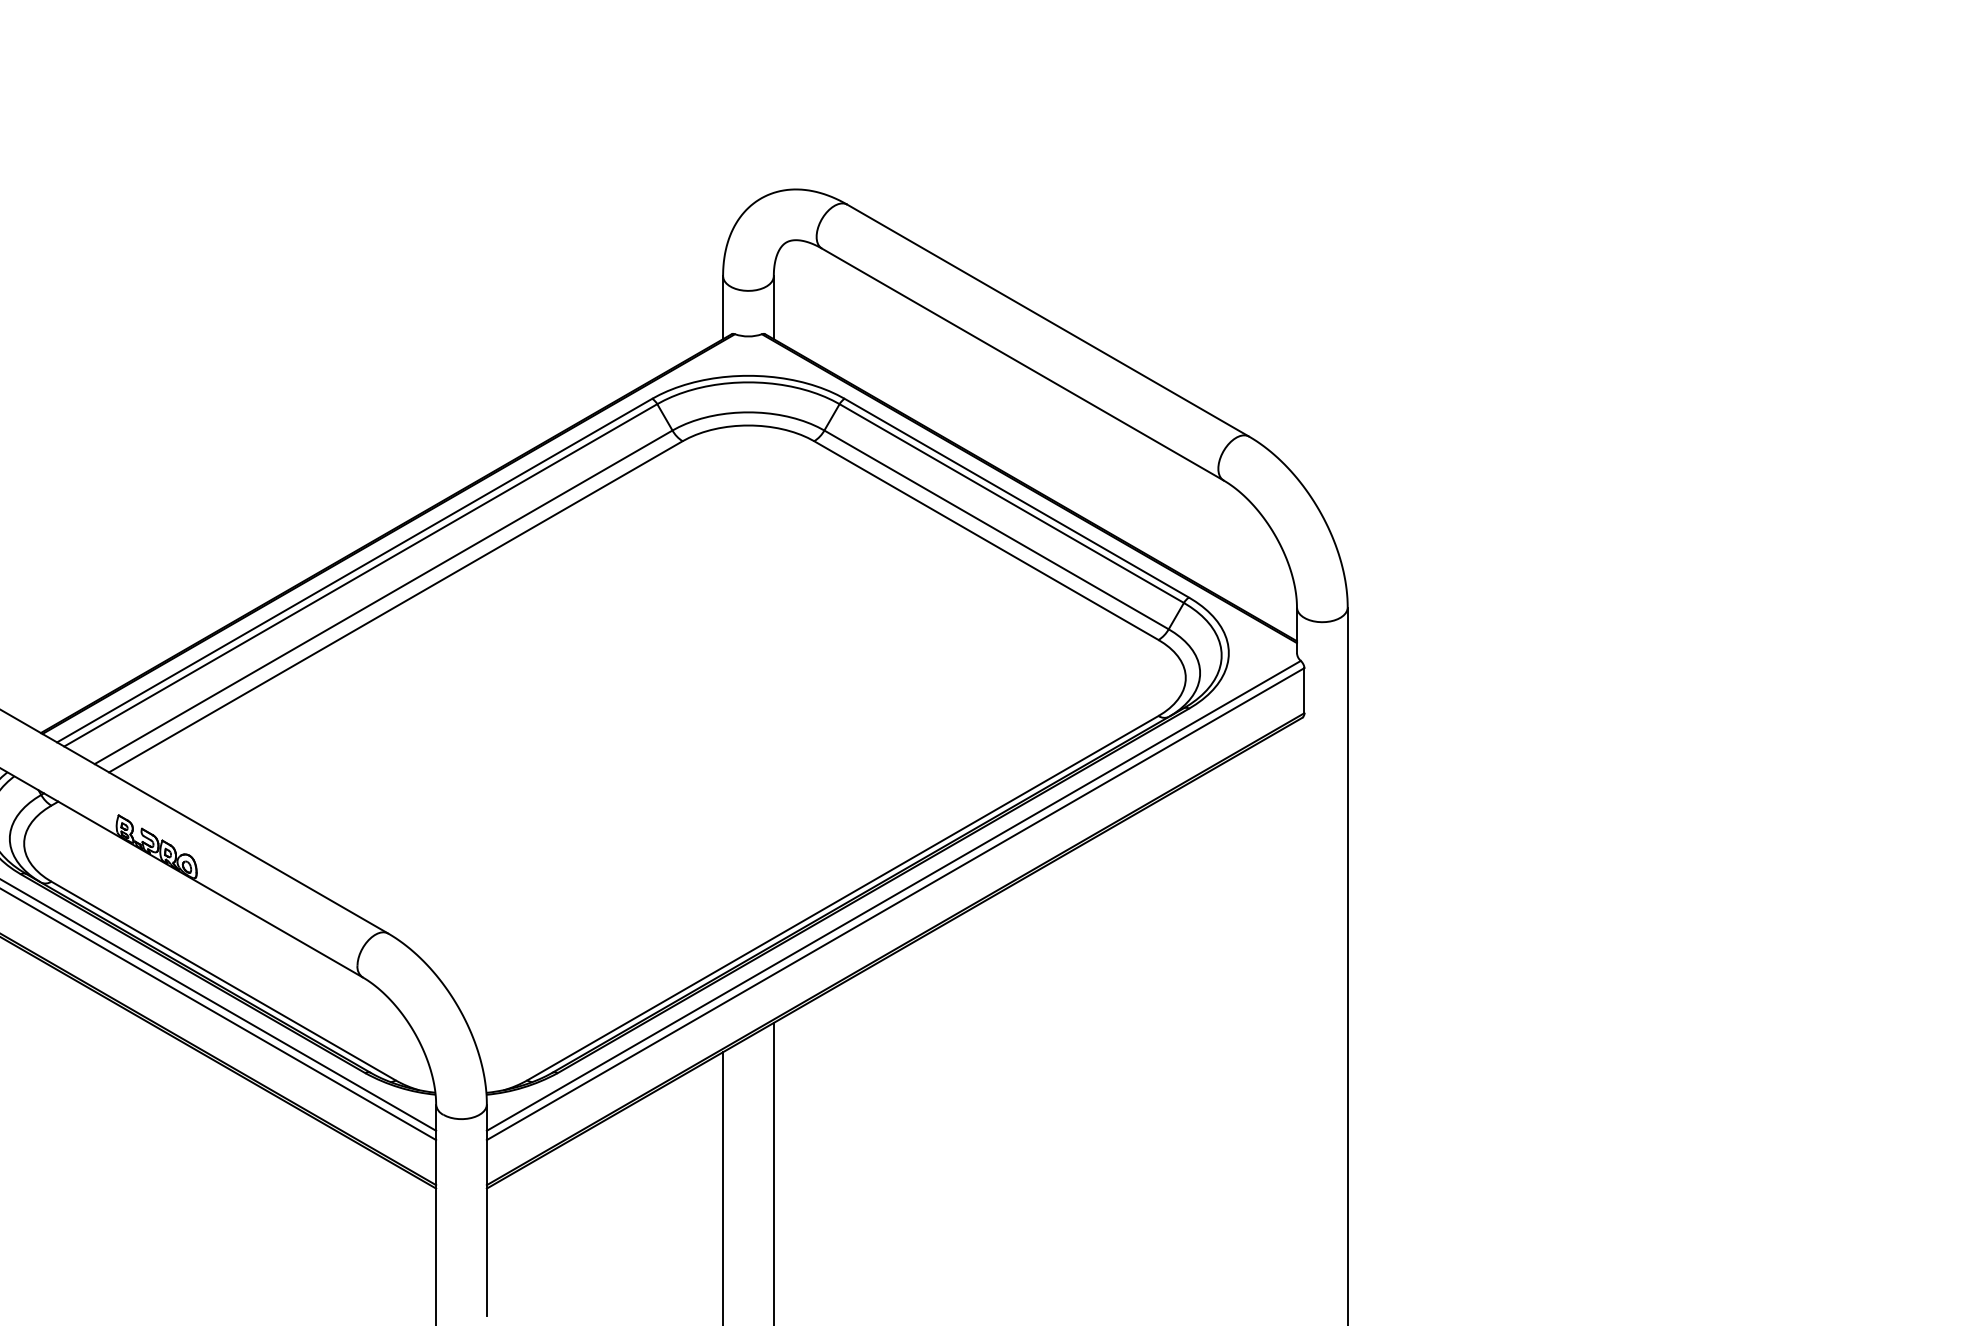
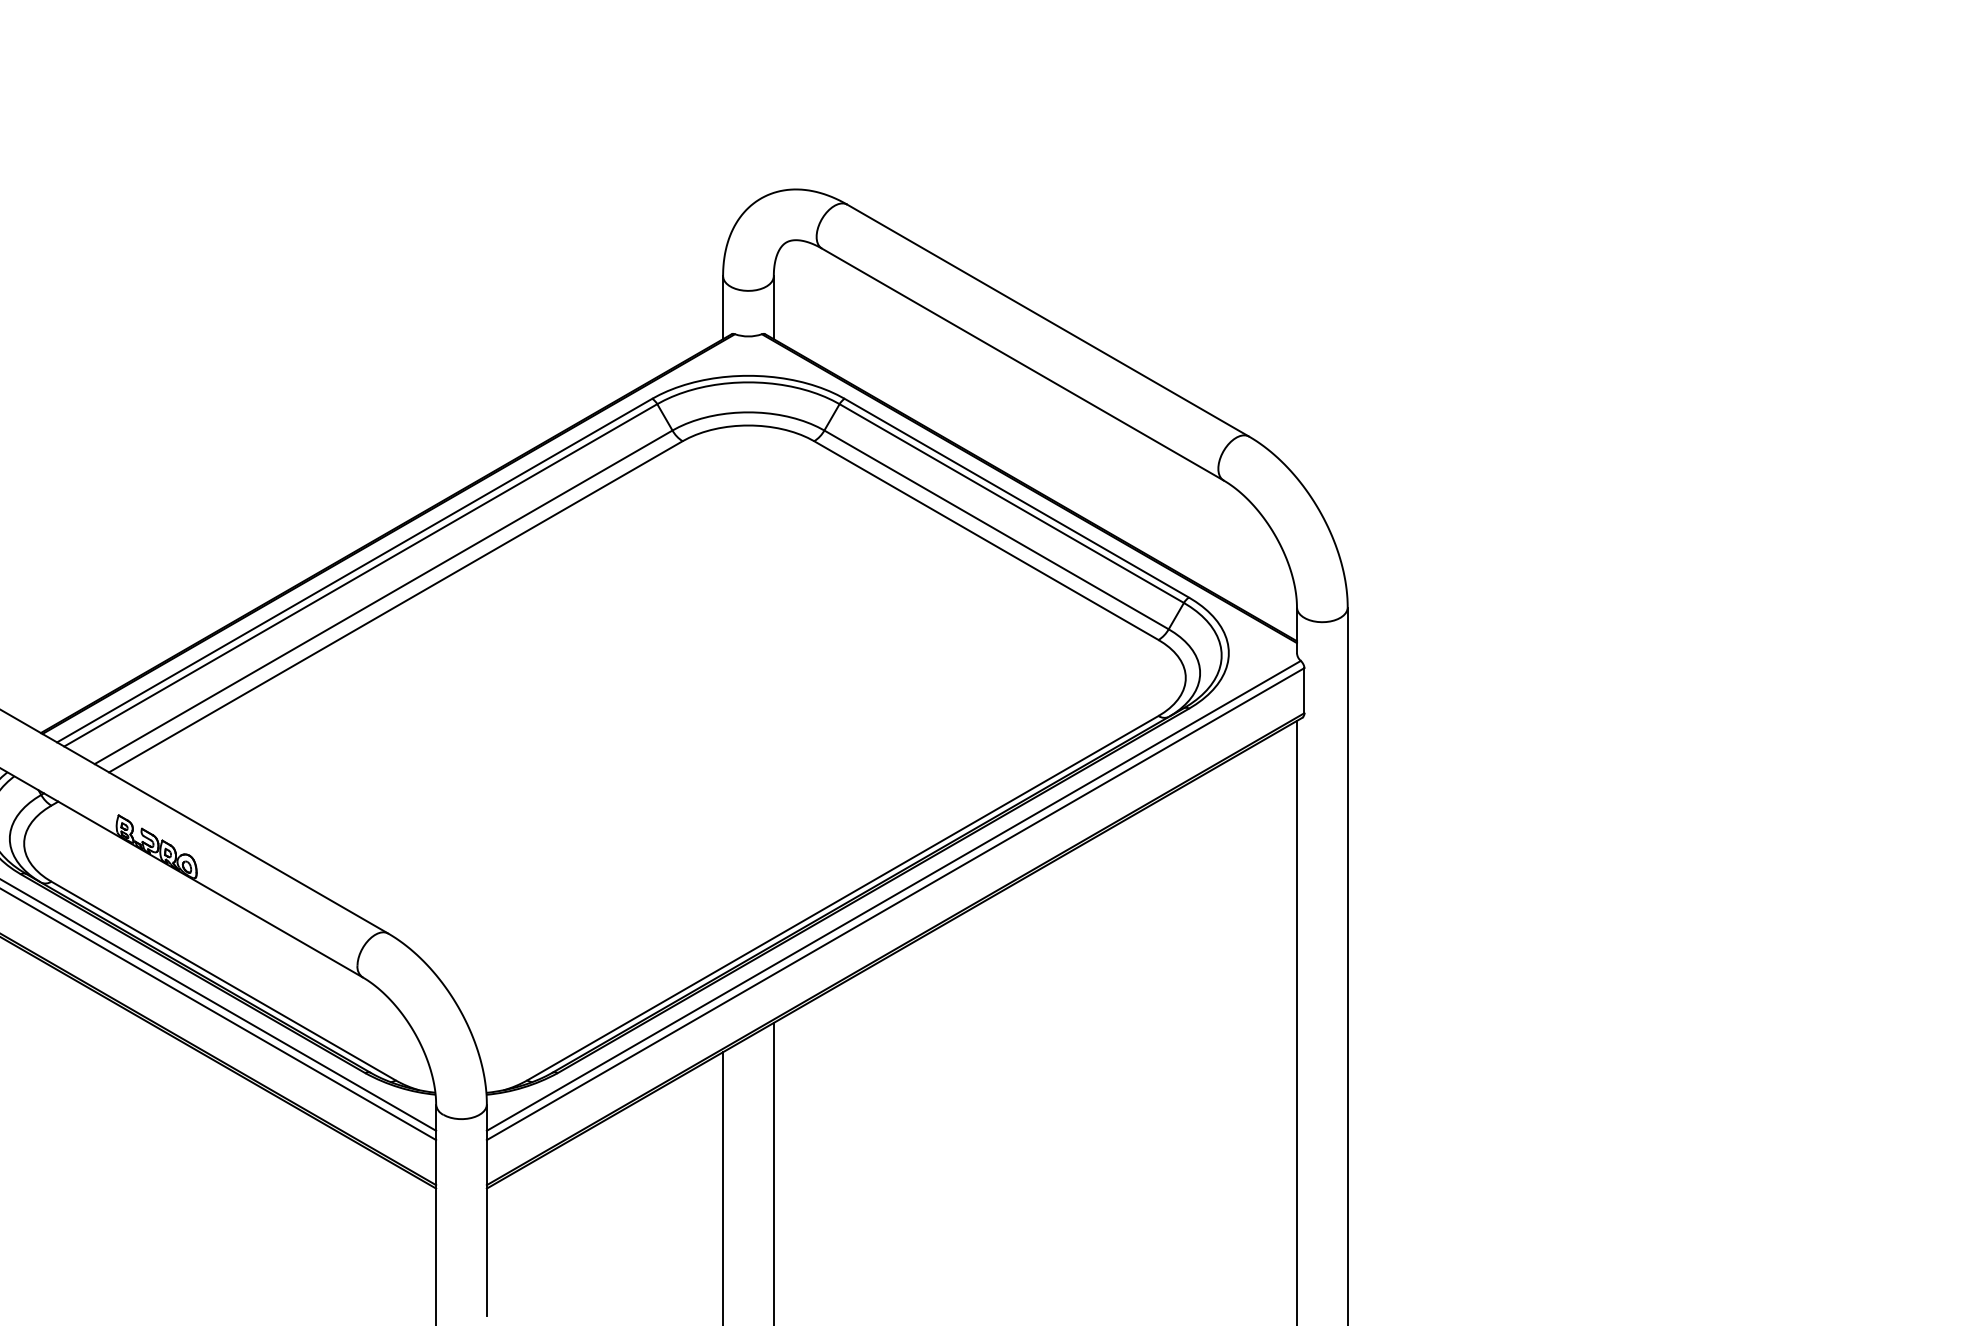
line at (1296, 1021): none -> present
